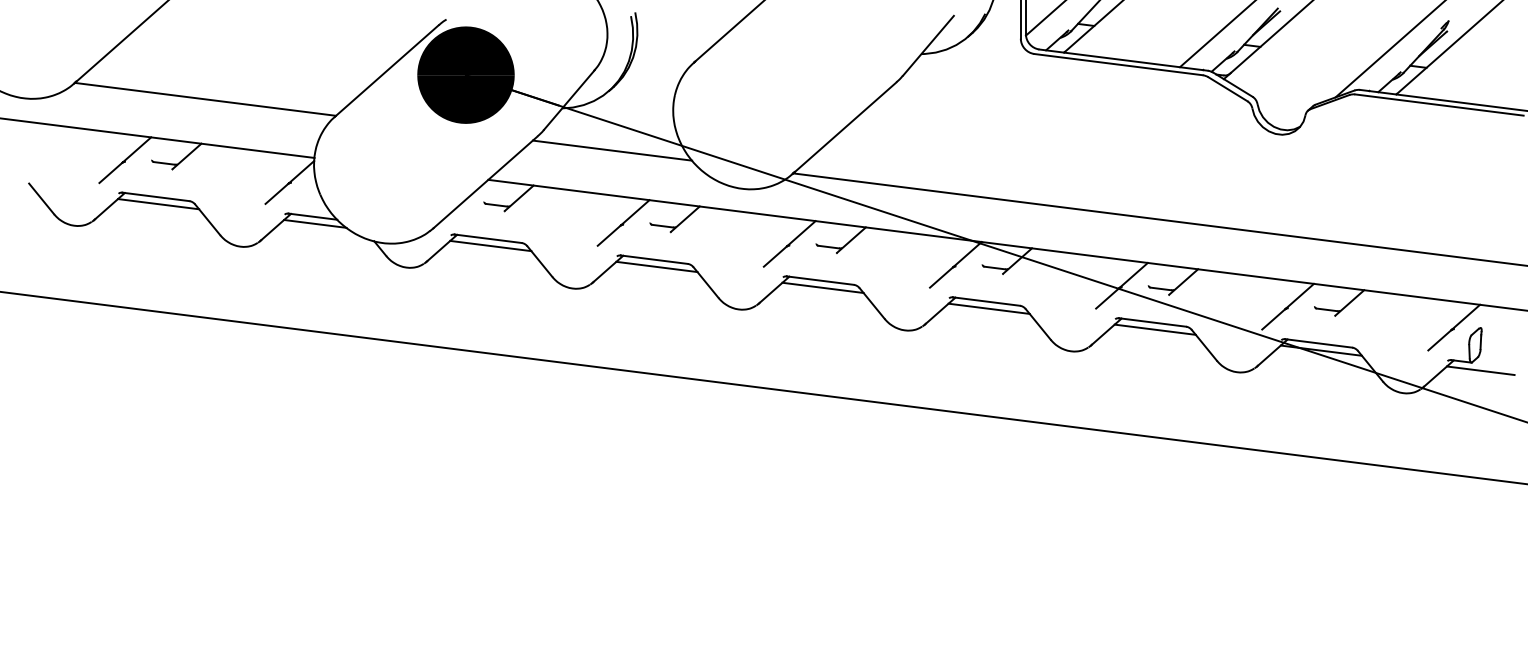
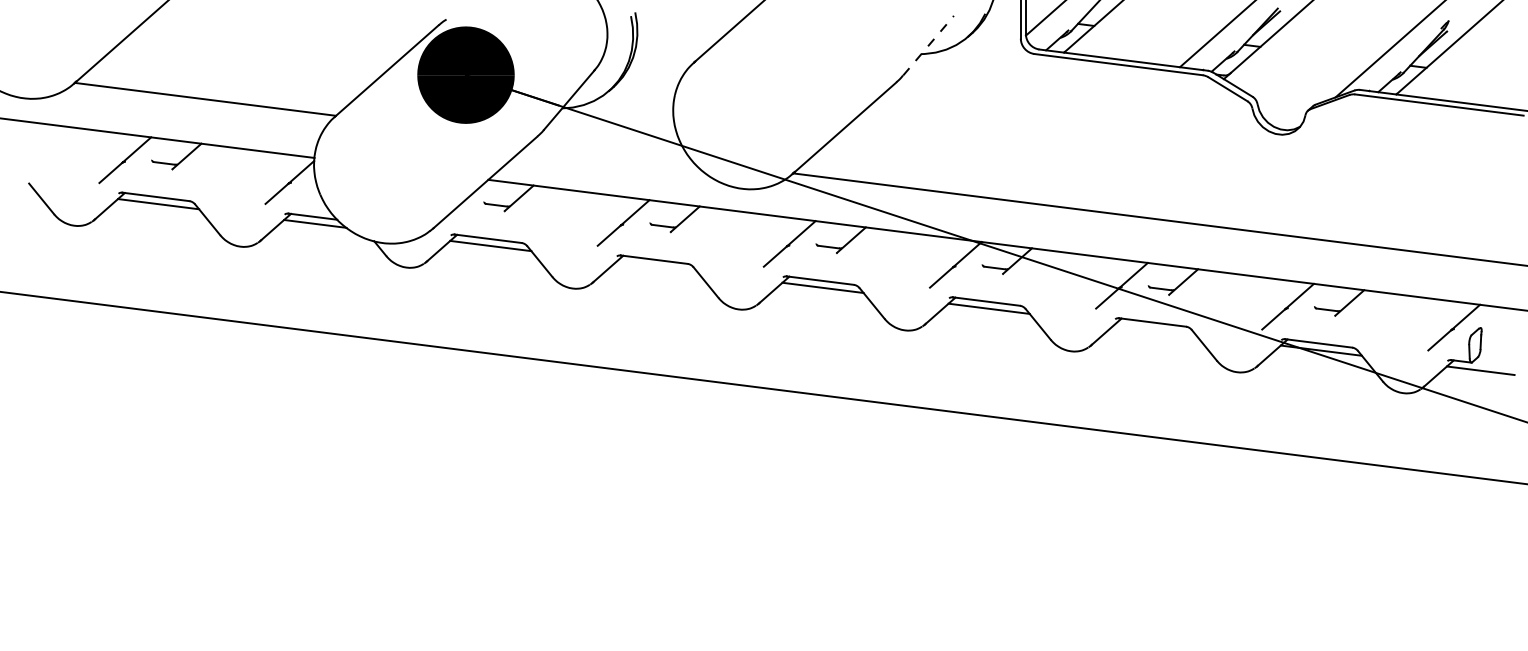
line at (928, 45): solid -> dashed
line at (612, 150): present -> none
line at (656, 266): present -> none
line at (1154, 329): present -> none
